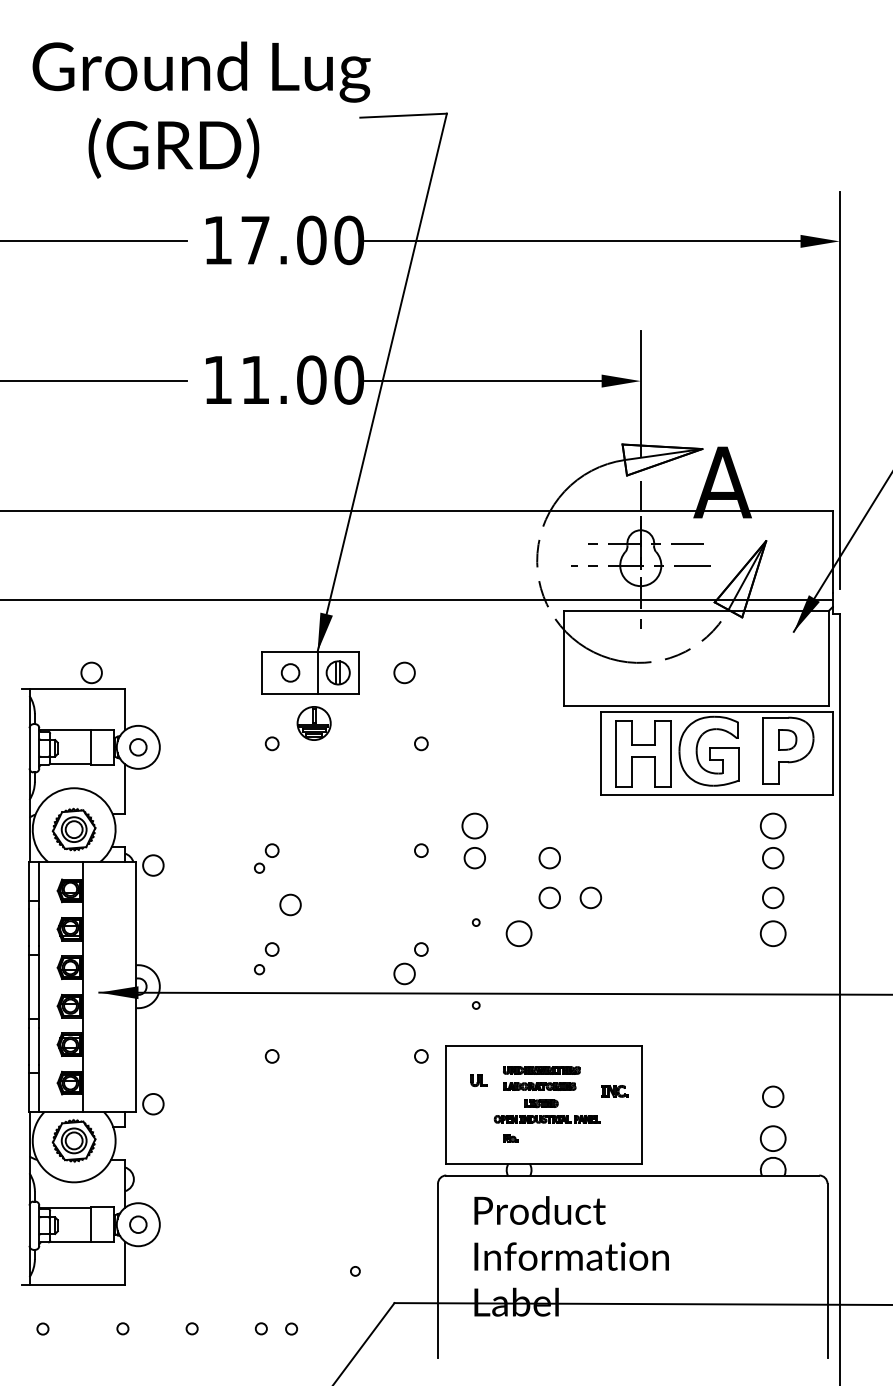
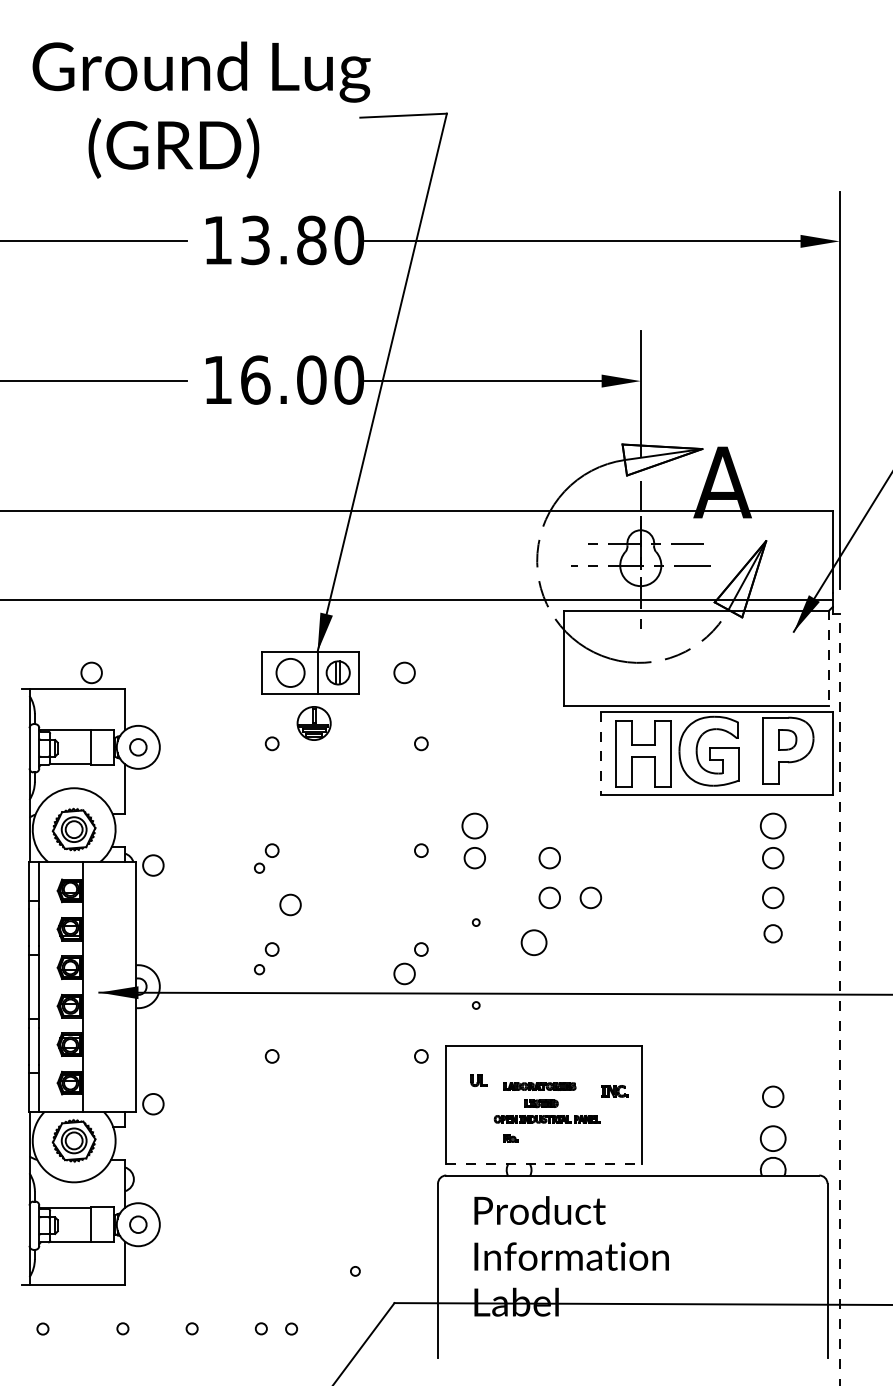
text at (283, 240): 17.00 -> 13.80
text at (255, 379): 11.00 -> 16.00
line at (828, 658): solid -> dashed
circle at (290, 672) diameter: 18 px -> 28 px
line at (601, 753): solid -> dashed
circle at (518, 933) position: (518, 933) -> (533, 942)
circle at (772, 933) size: 28x28 px -> 20x20 px
line at (839, 999): solid -> dashed
part at (541, 1070): present -> none
line at (543, 1163): solid -> dashed
